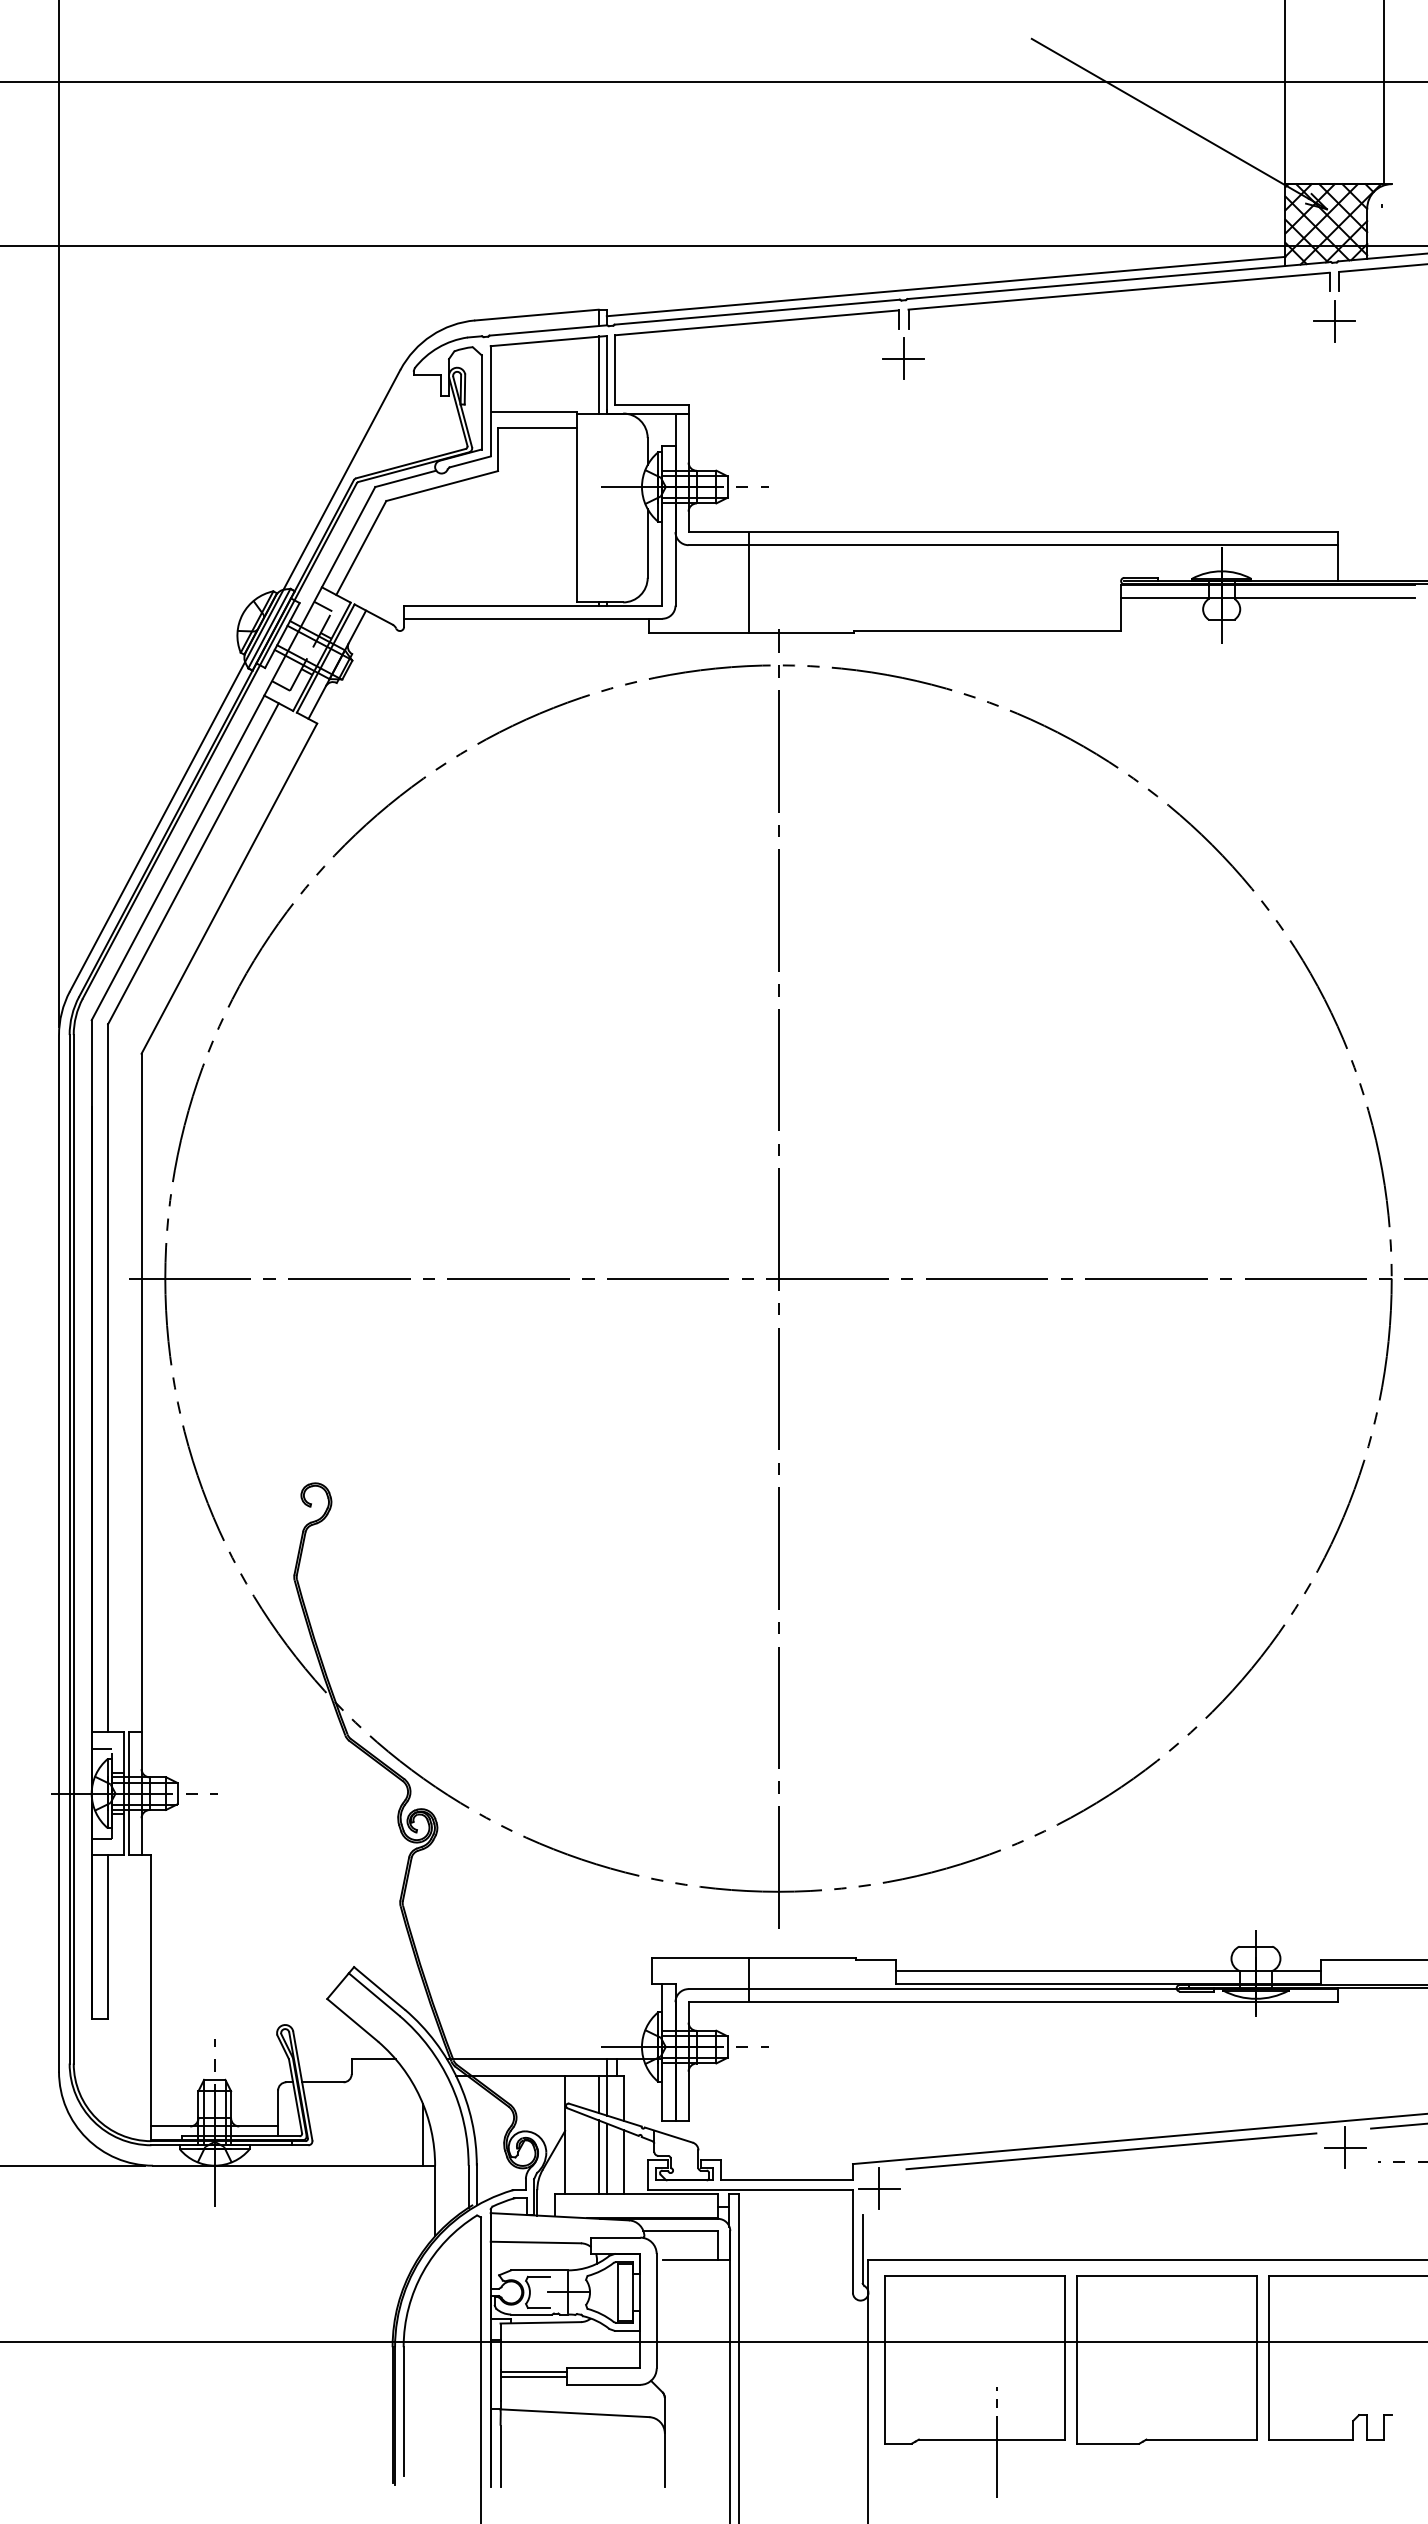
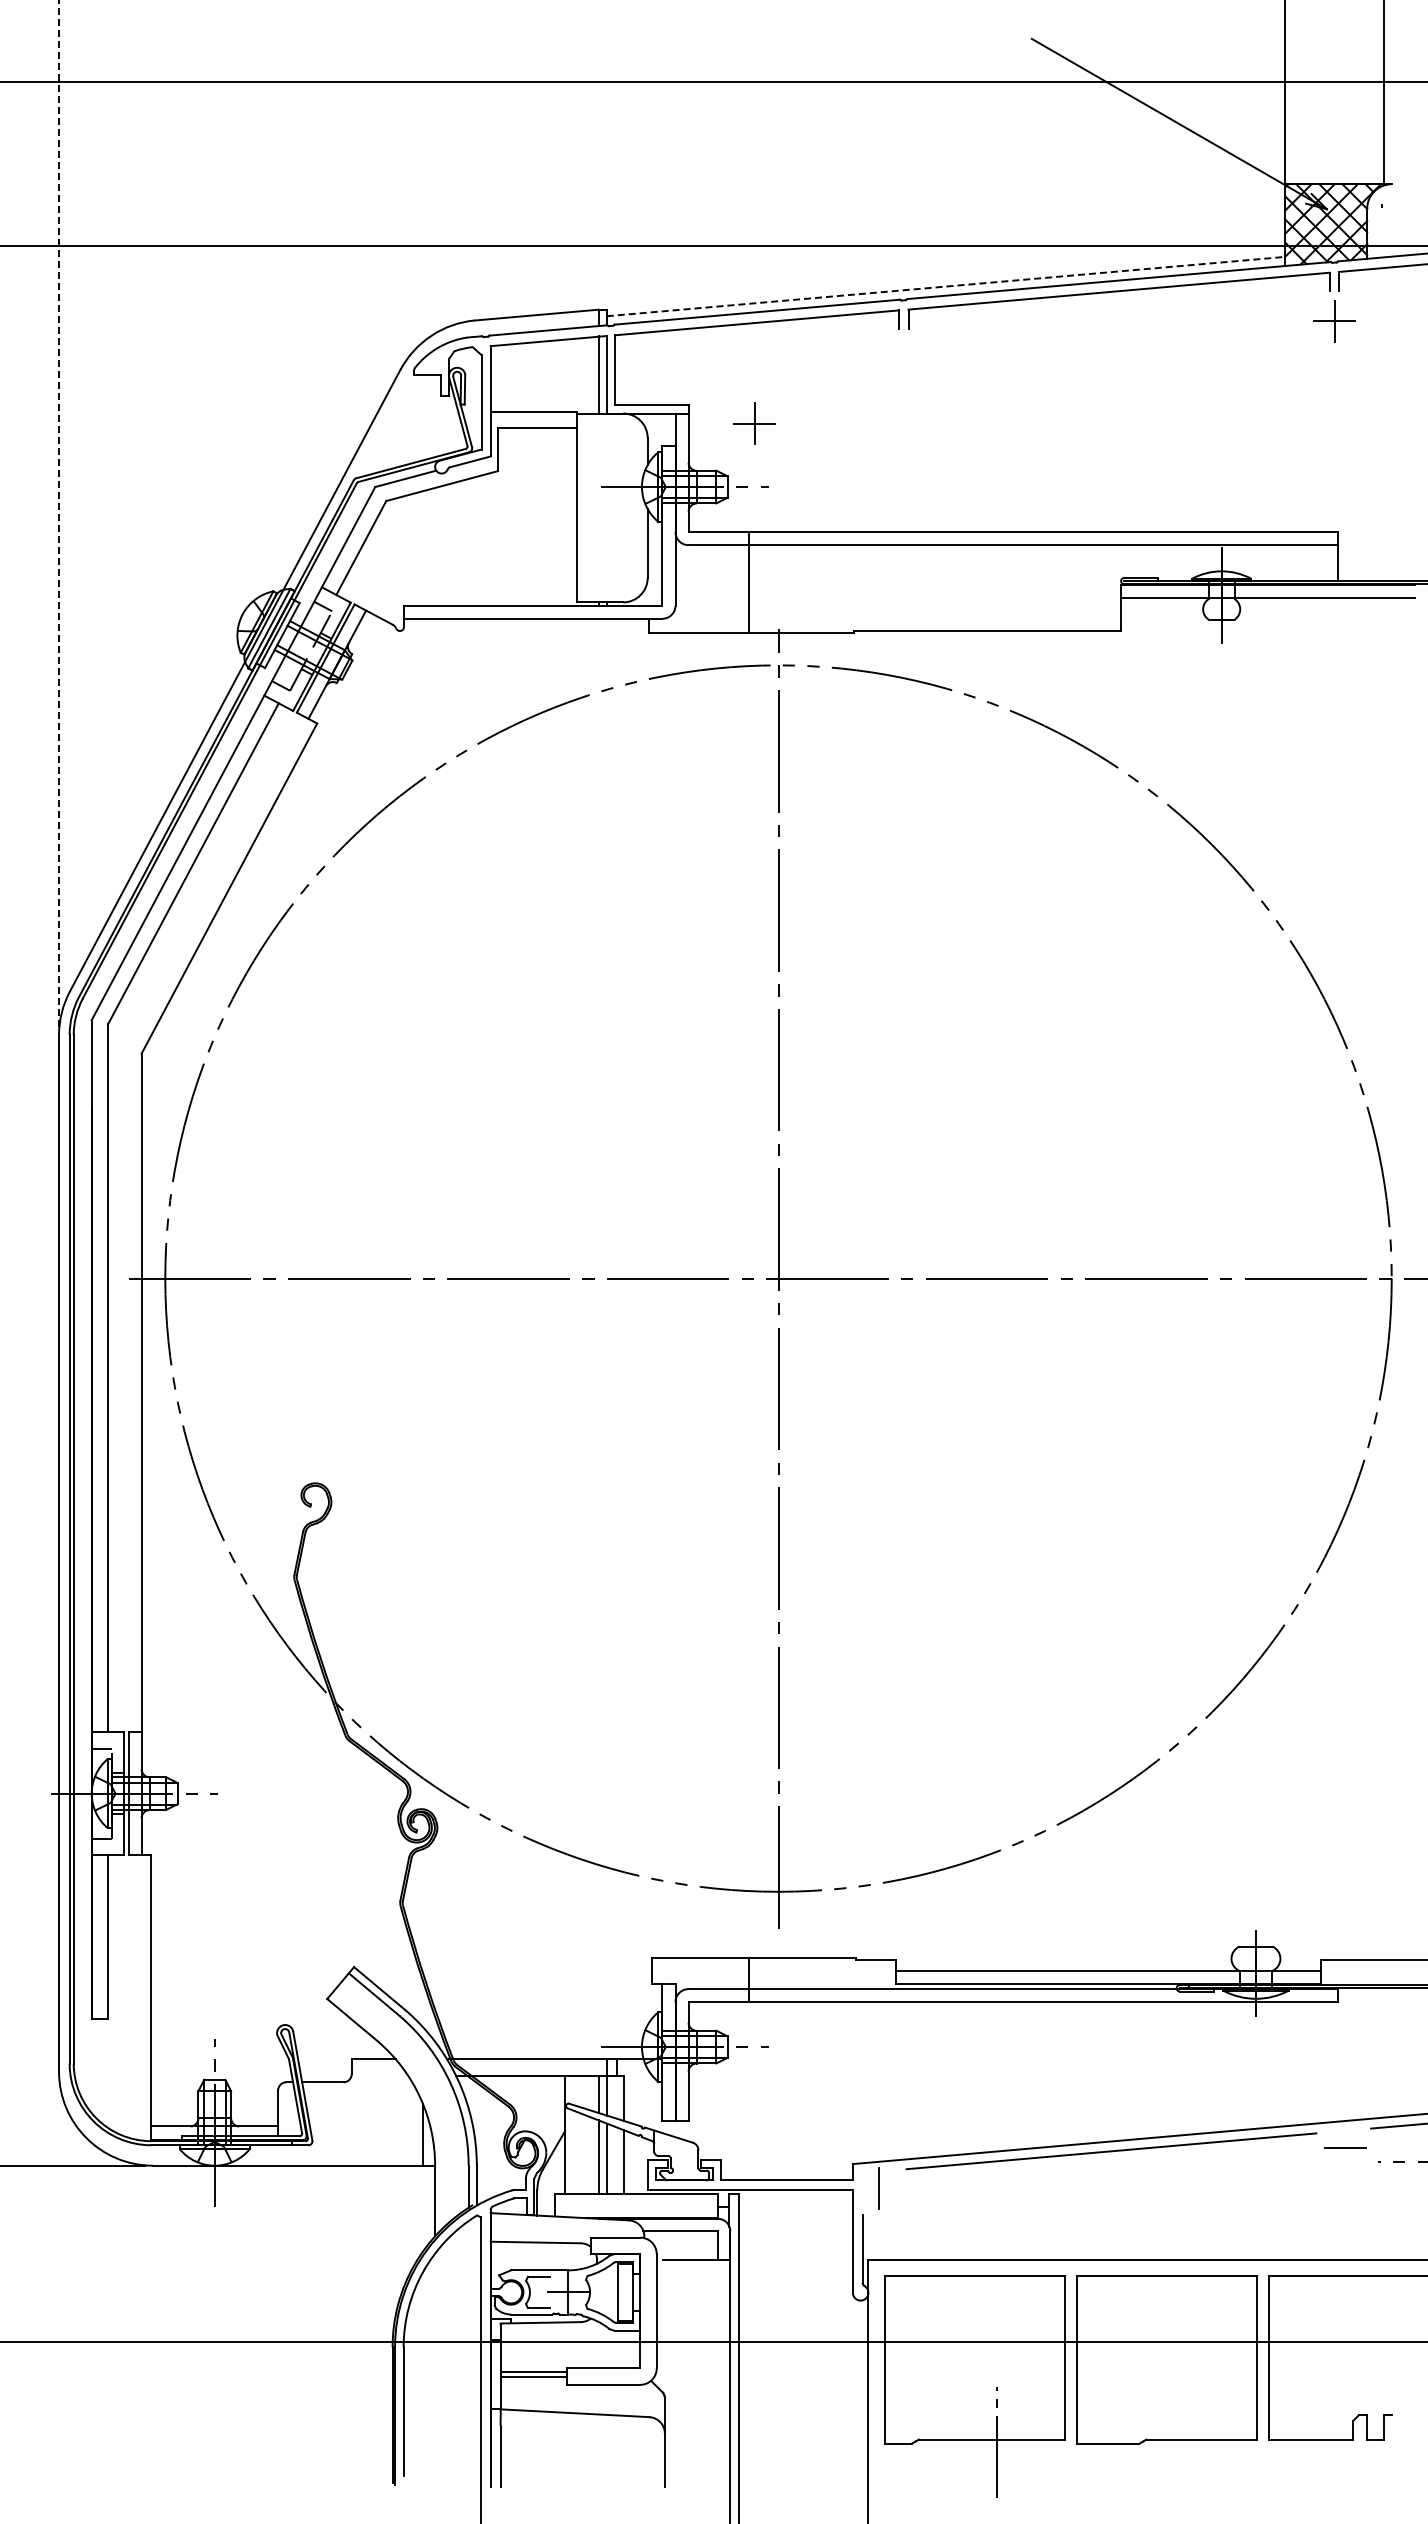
line at (946, 286): solid -> dashed
part at (903, 358) position: (903, 358) -> (754, 423)
line at (59, 513): solid -> dashed
line at (1345, 2147): present -> none
line at (878, 2188): present -> none
